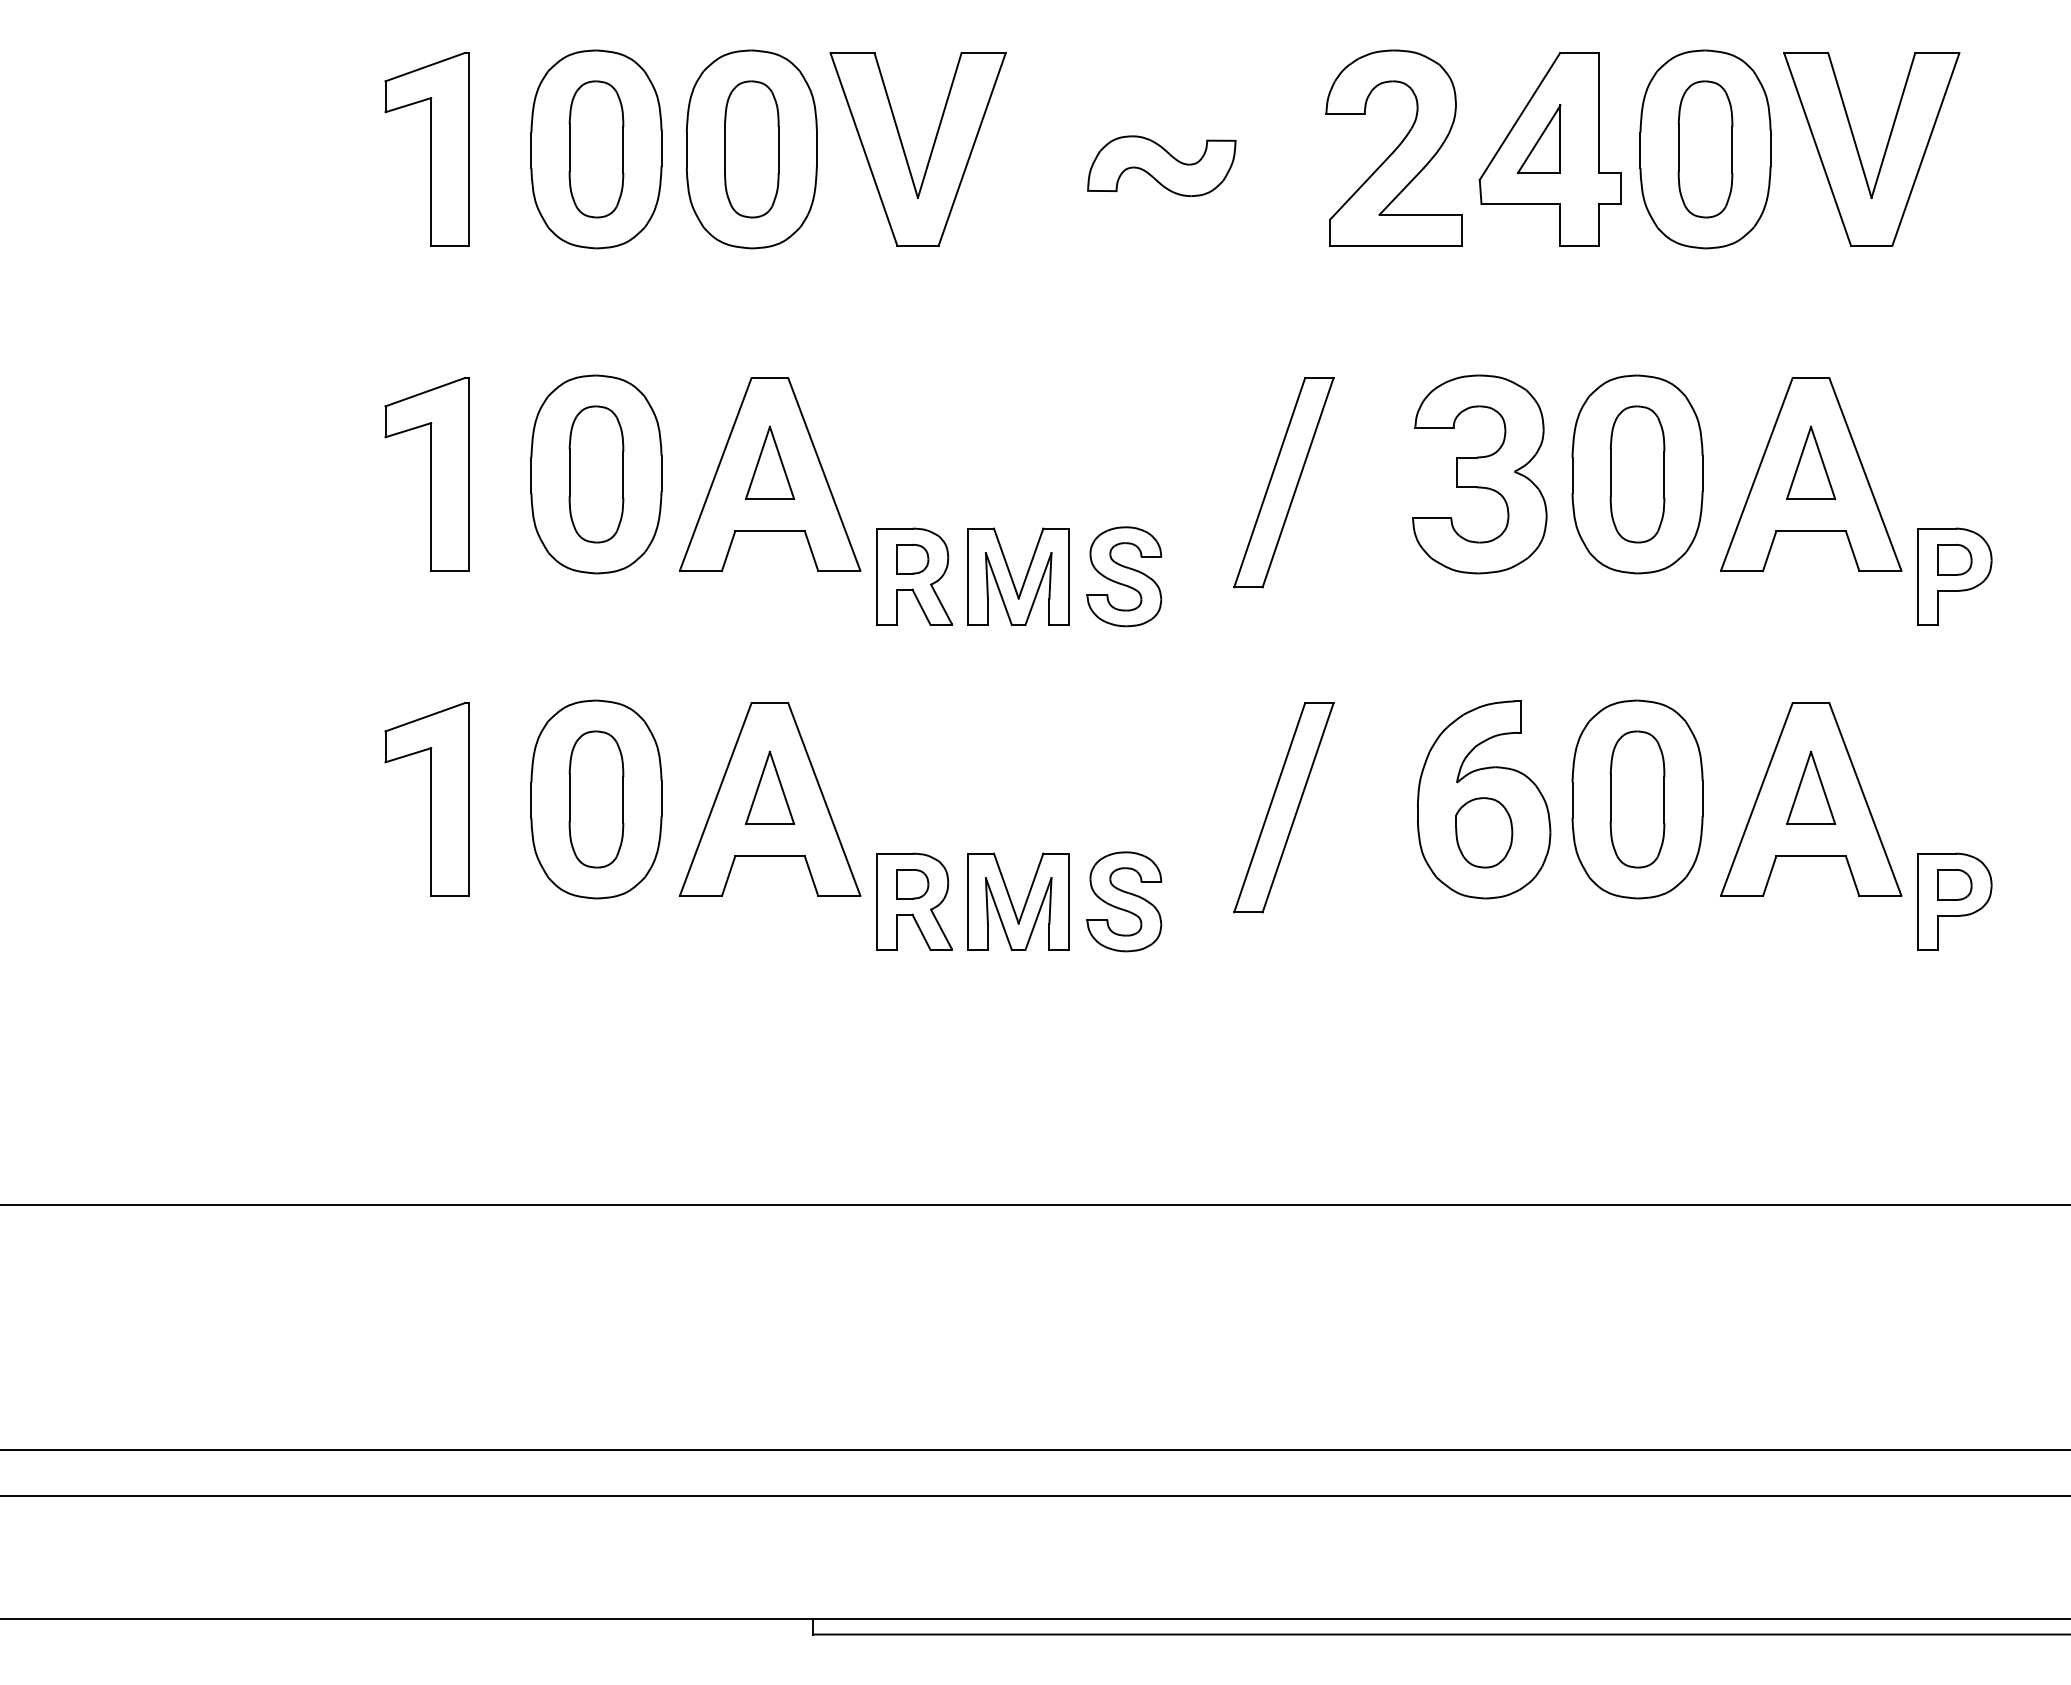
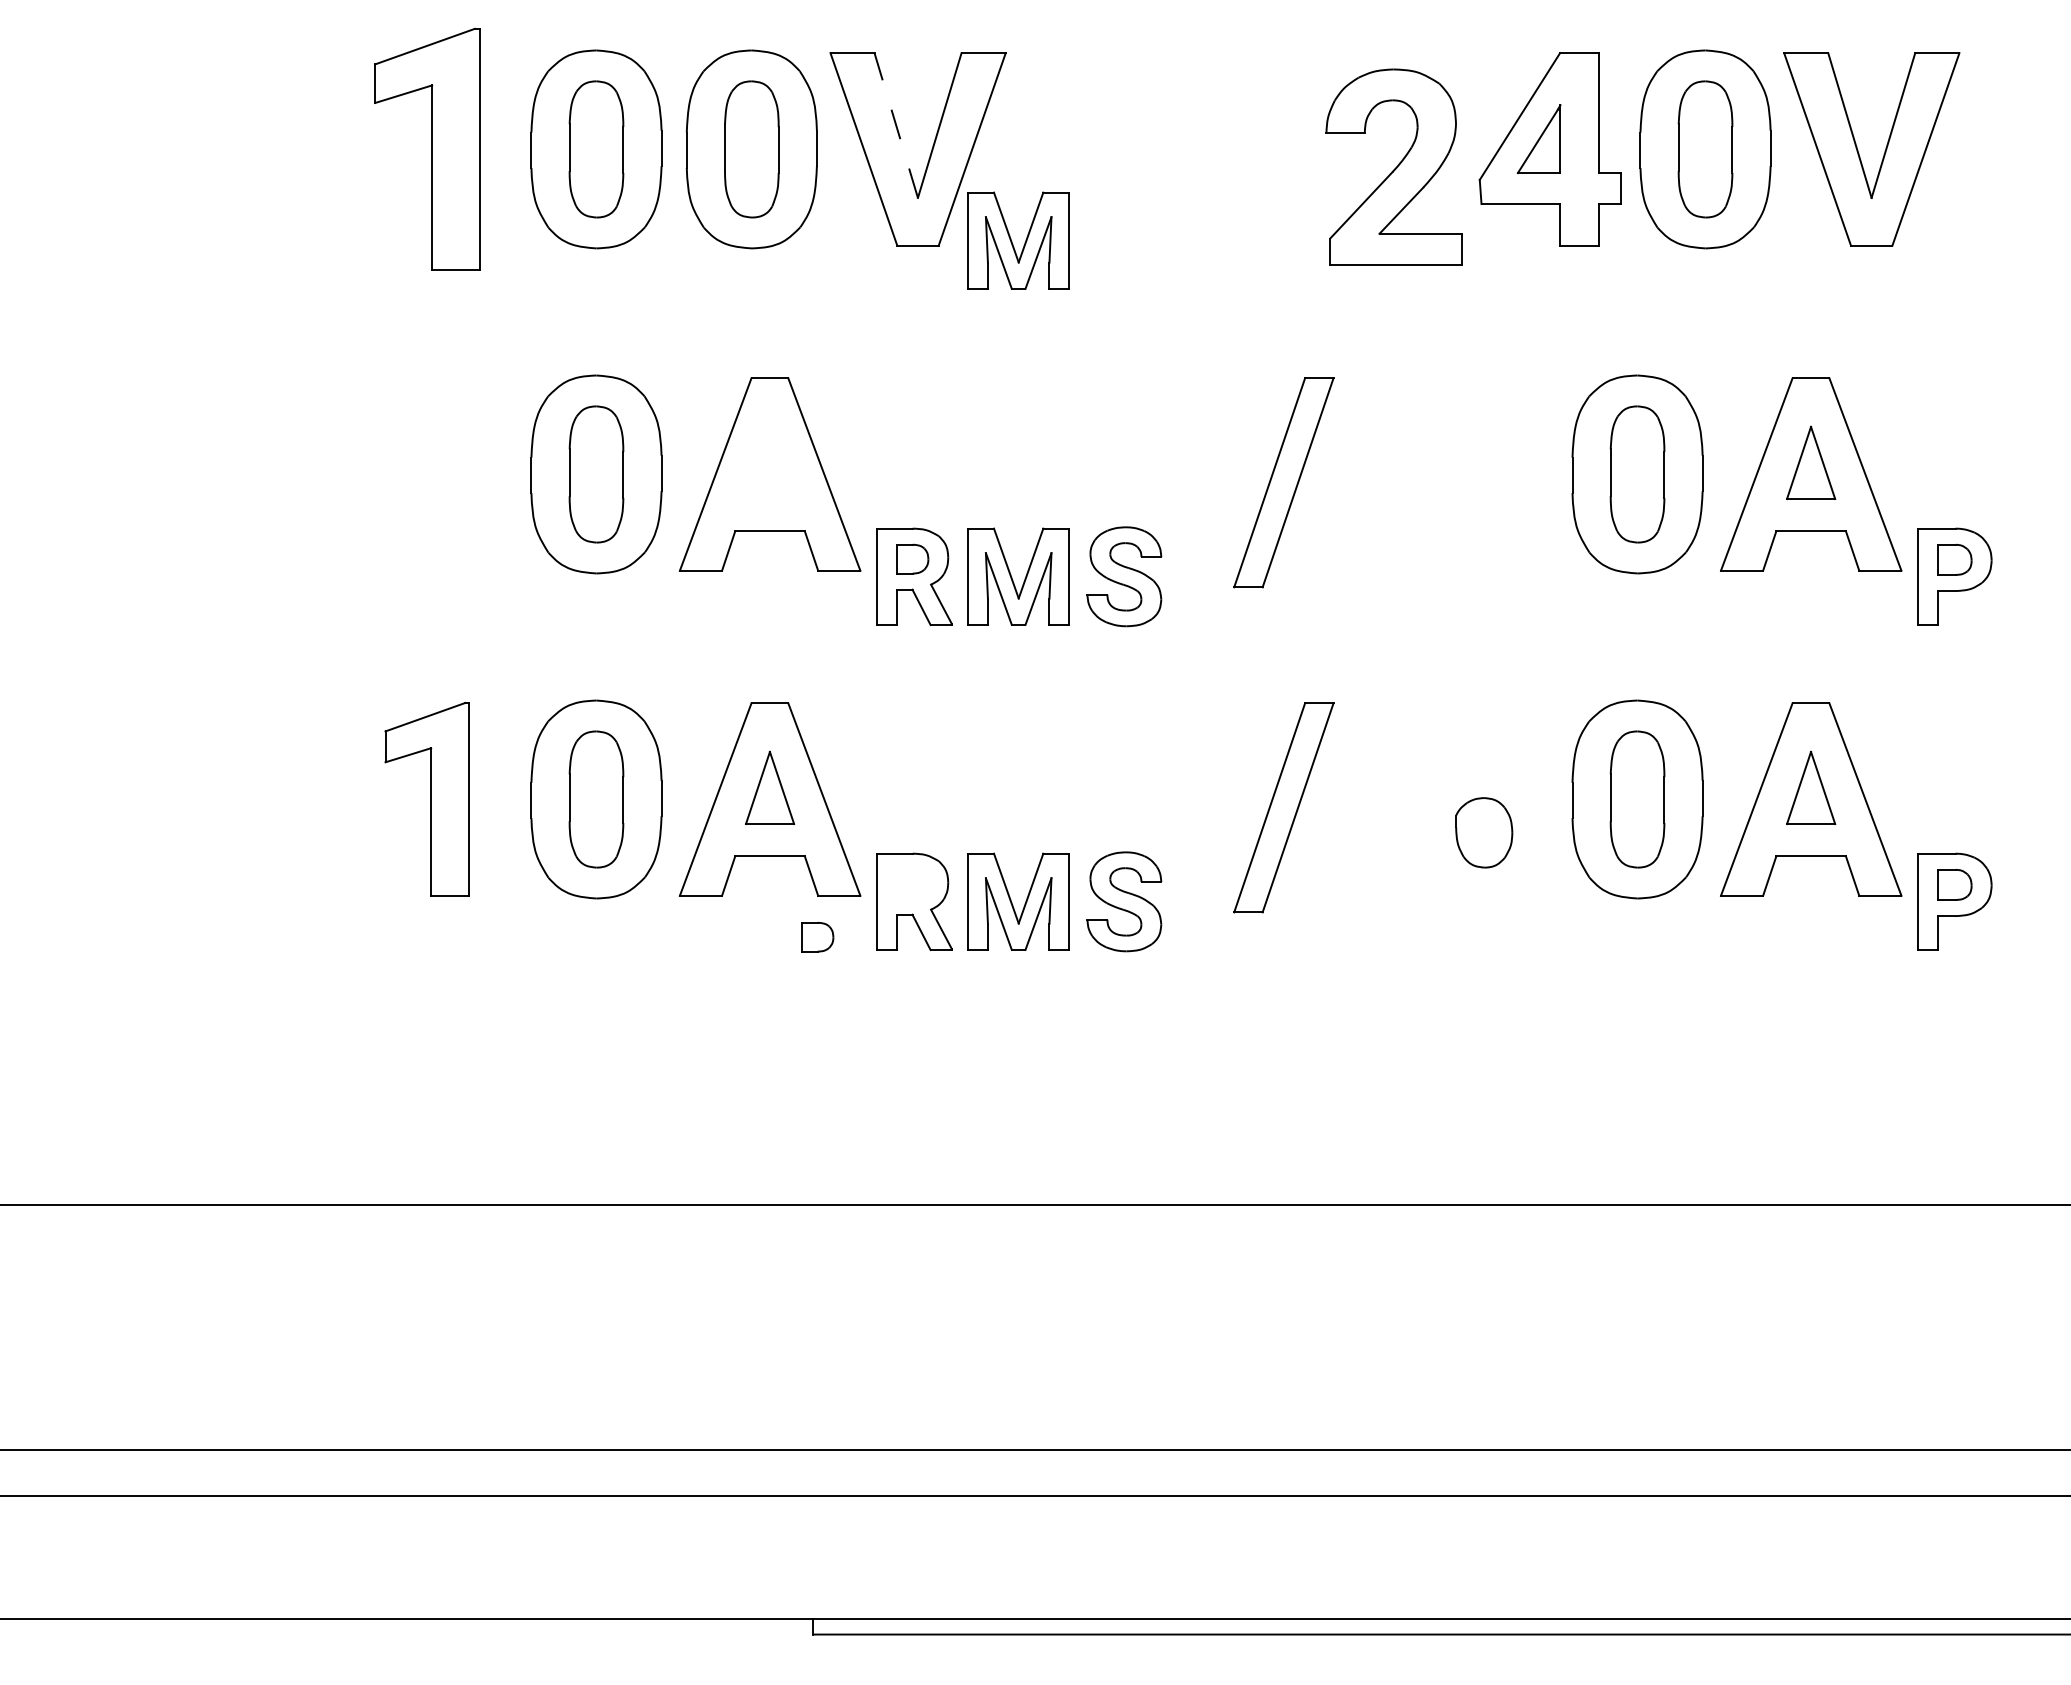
line at (896, 125): solid -> dashed
part at (1393, 147) position: (1393, 147) -> (1393, 166)
part at (426, 148) size: 86x196 px -> 107x244 px
part at (1161, 165): present -> none
part at (1012, 241): none -> present
part at (770, 462): present -> none
part at (426, 473): present -> none
part at (1479, 474): present -> none
part at (1484, 799): present -> none
part at (912, 884) position: (912, 884) -> (817, 937)
